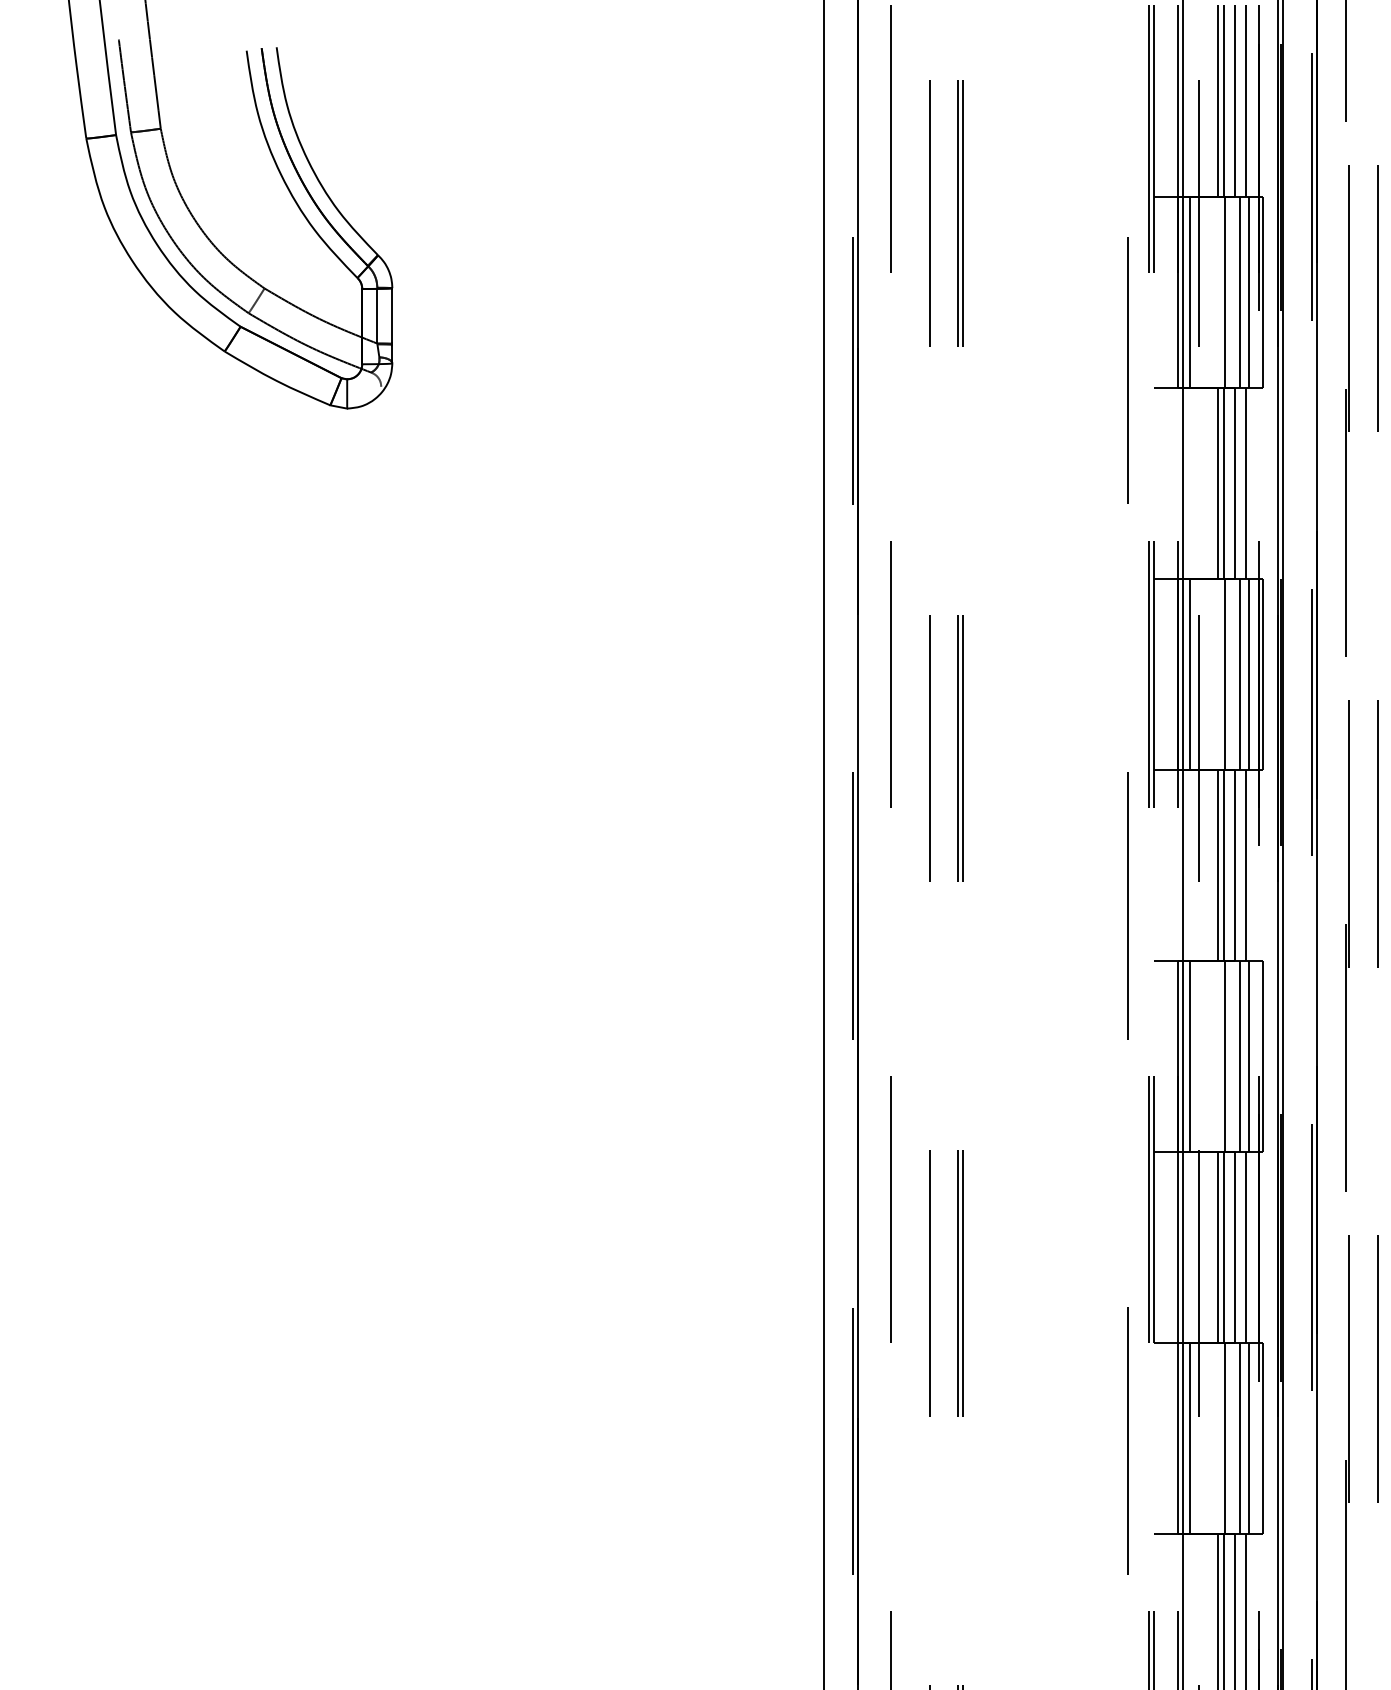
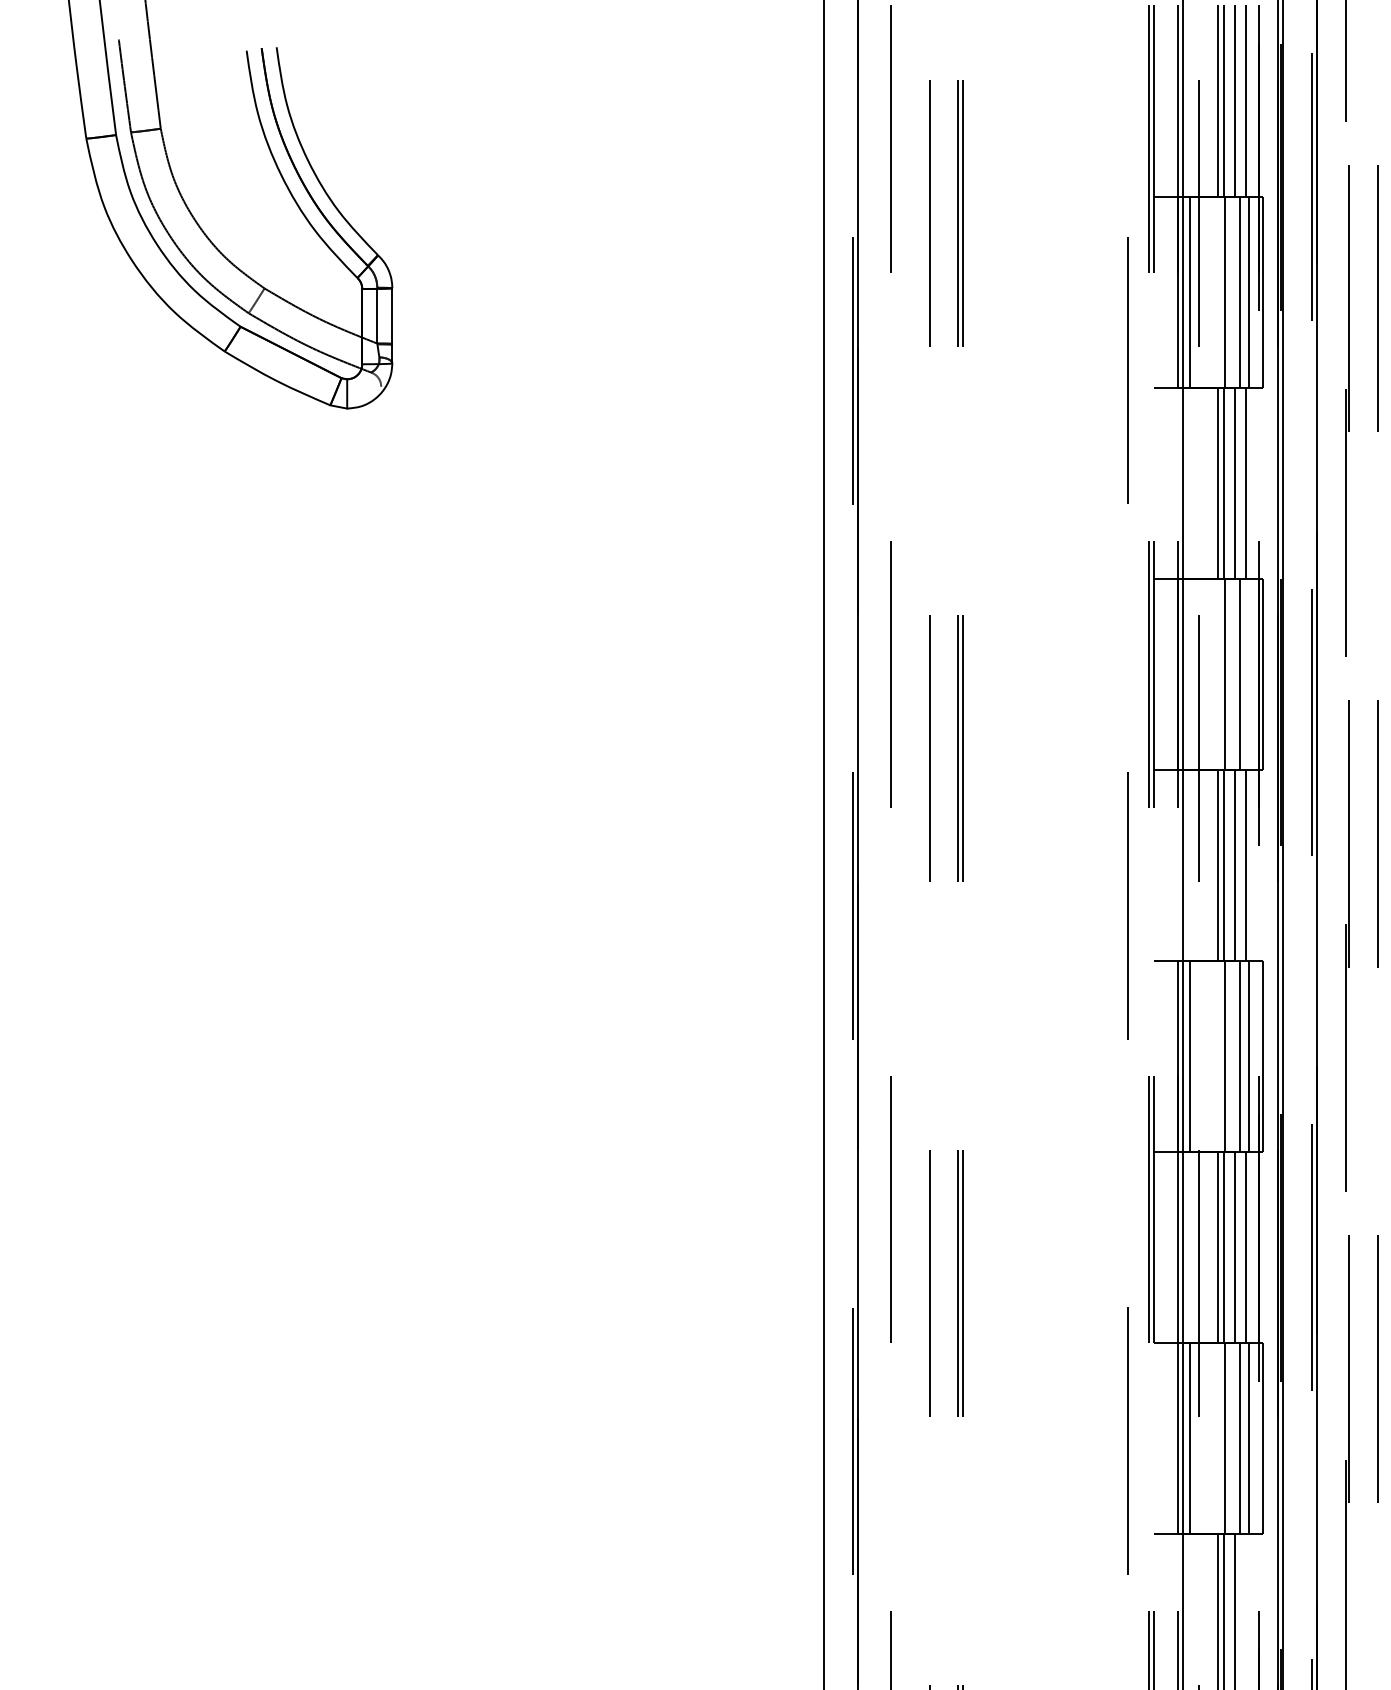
line at (1189, 673): present -> none
line at (1249, 673): present -> none
line at (1246, 1610): present -> none
